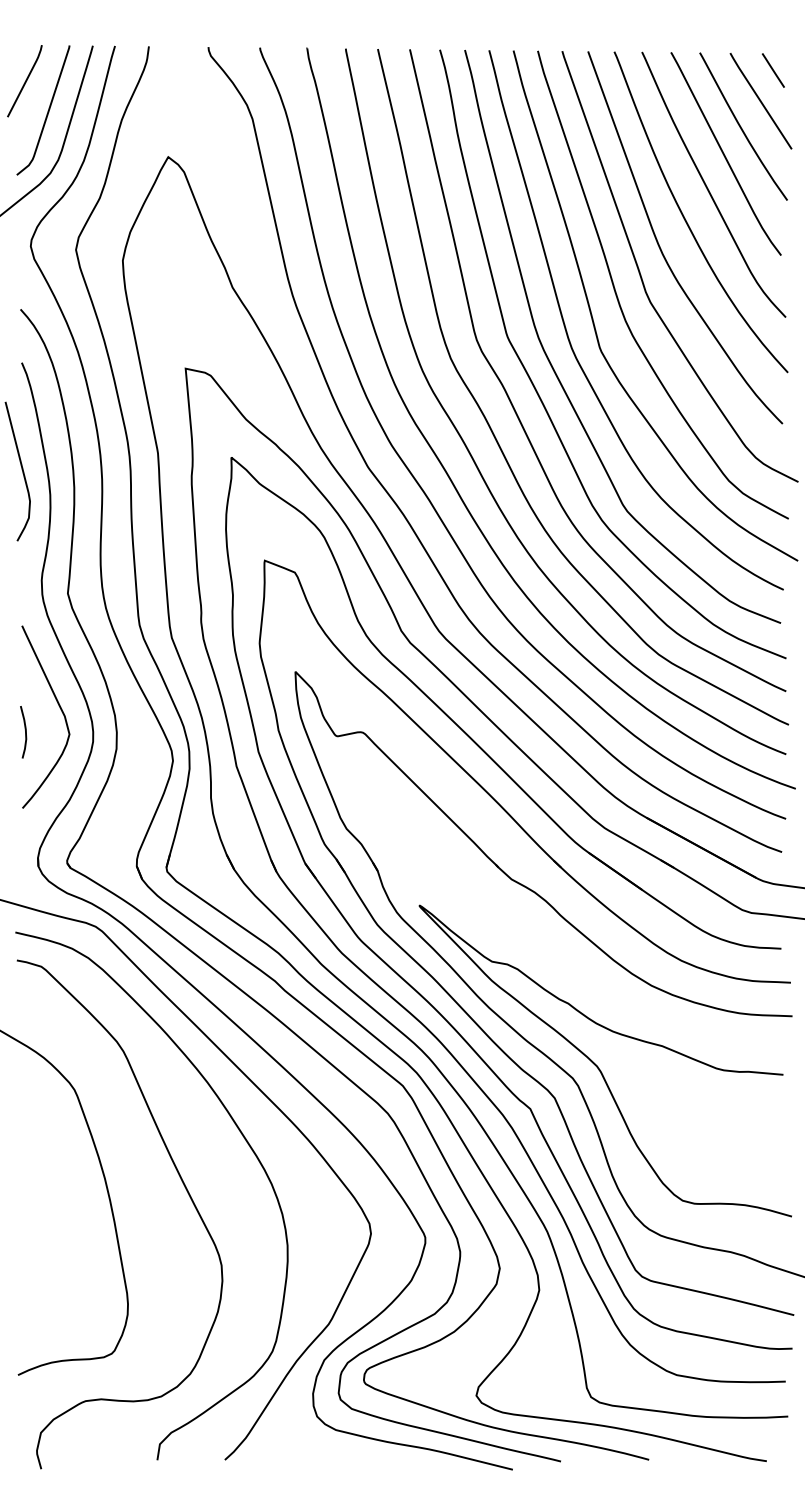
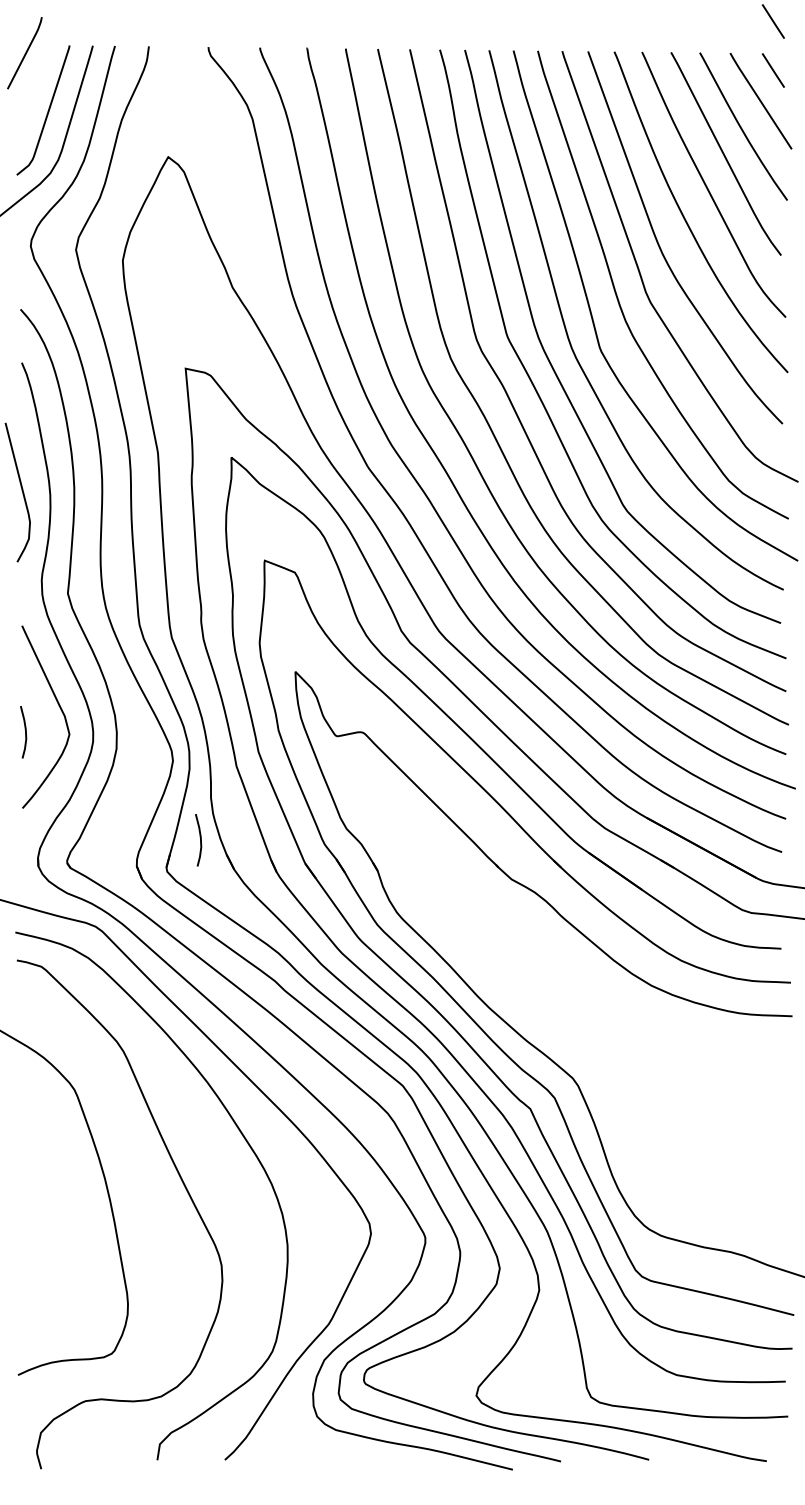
line at (772, 21): none -> present
line at (24, 81) position: (24, 81) -> (24, 53)
curve at (21, 469) position: (21, 469) -> (21, 490)
curve at (200, 840): none -> present
curve at (598, 1066): present -> none
